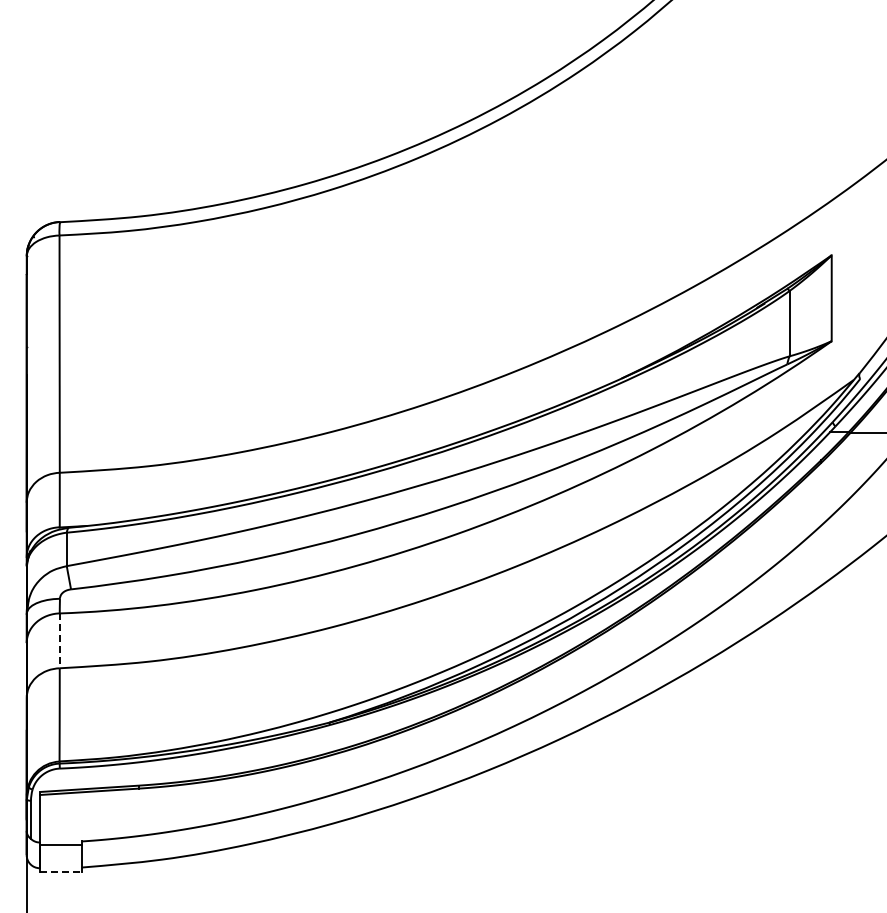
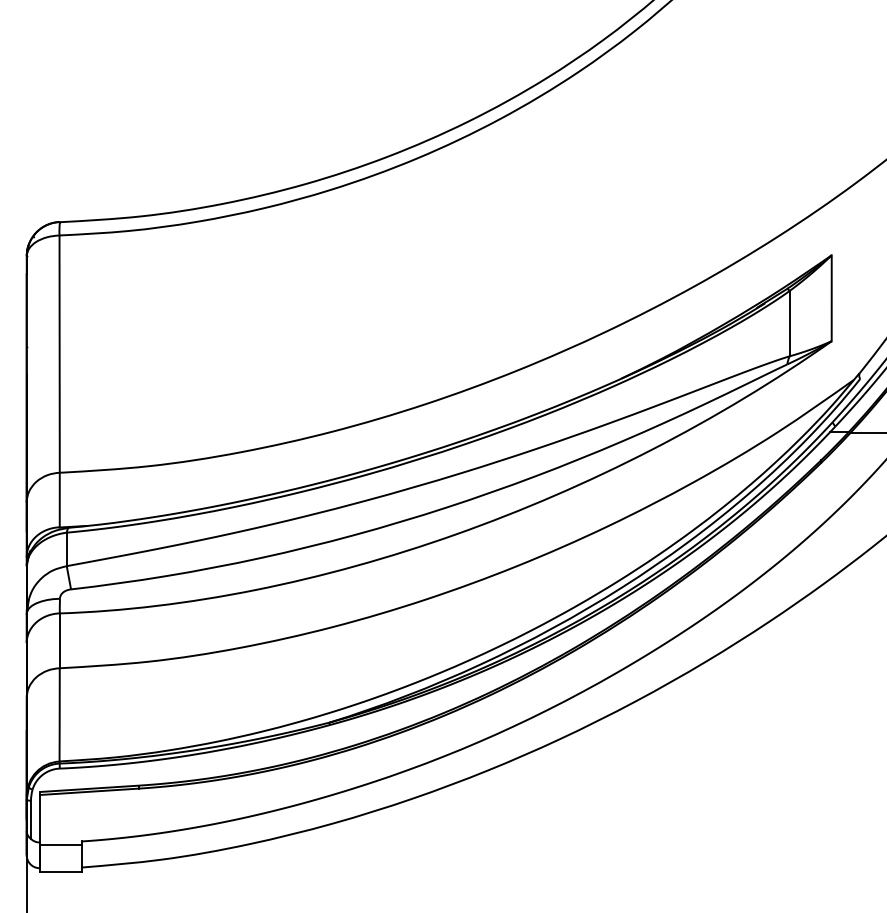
line at (59, 641): dashed -> solid
line at (61, 871): dashed -> solid
